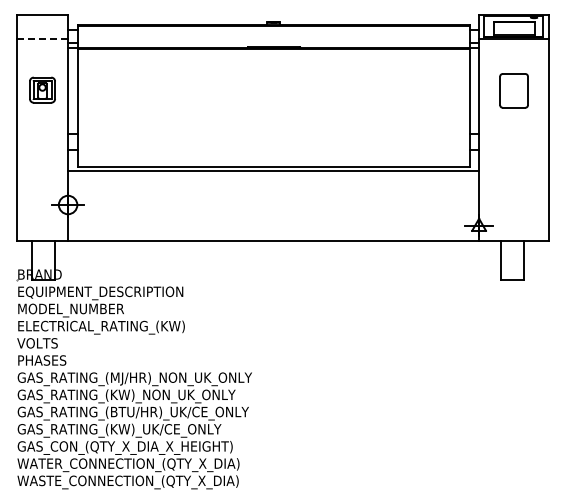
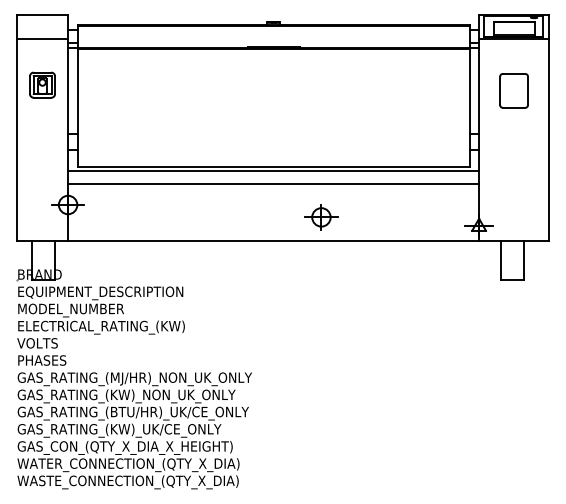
line at (42, 39): dashed -> solid
part at (42, 89) position: (42, 89) -> (42, 84)
line at (273, 184): none -> present
part at (321, 217): none -> present
